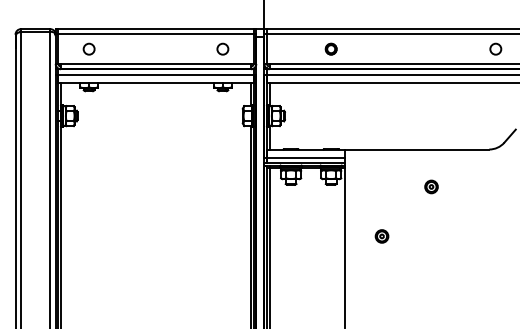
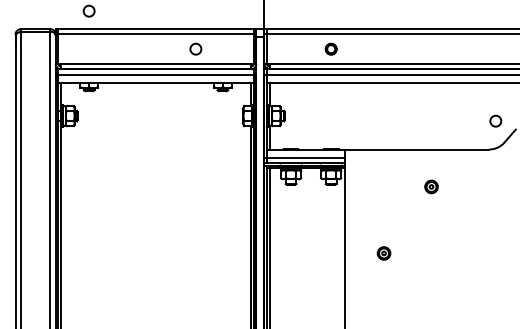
circle at (88, 48) position: (88, 48) -> (88, 10)
circle at (222, 48) position: (222, 48) -> (195, 48)
circle at (495, 48) position: (495, 48) -> (495, 120)
part at (381, 236) position: (381, 236) -> (383, 253)
